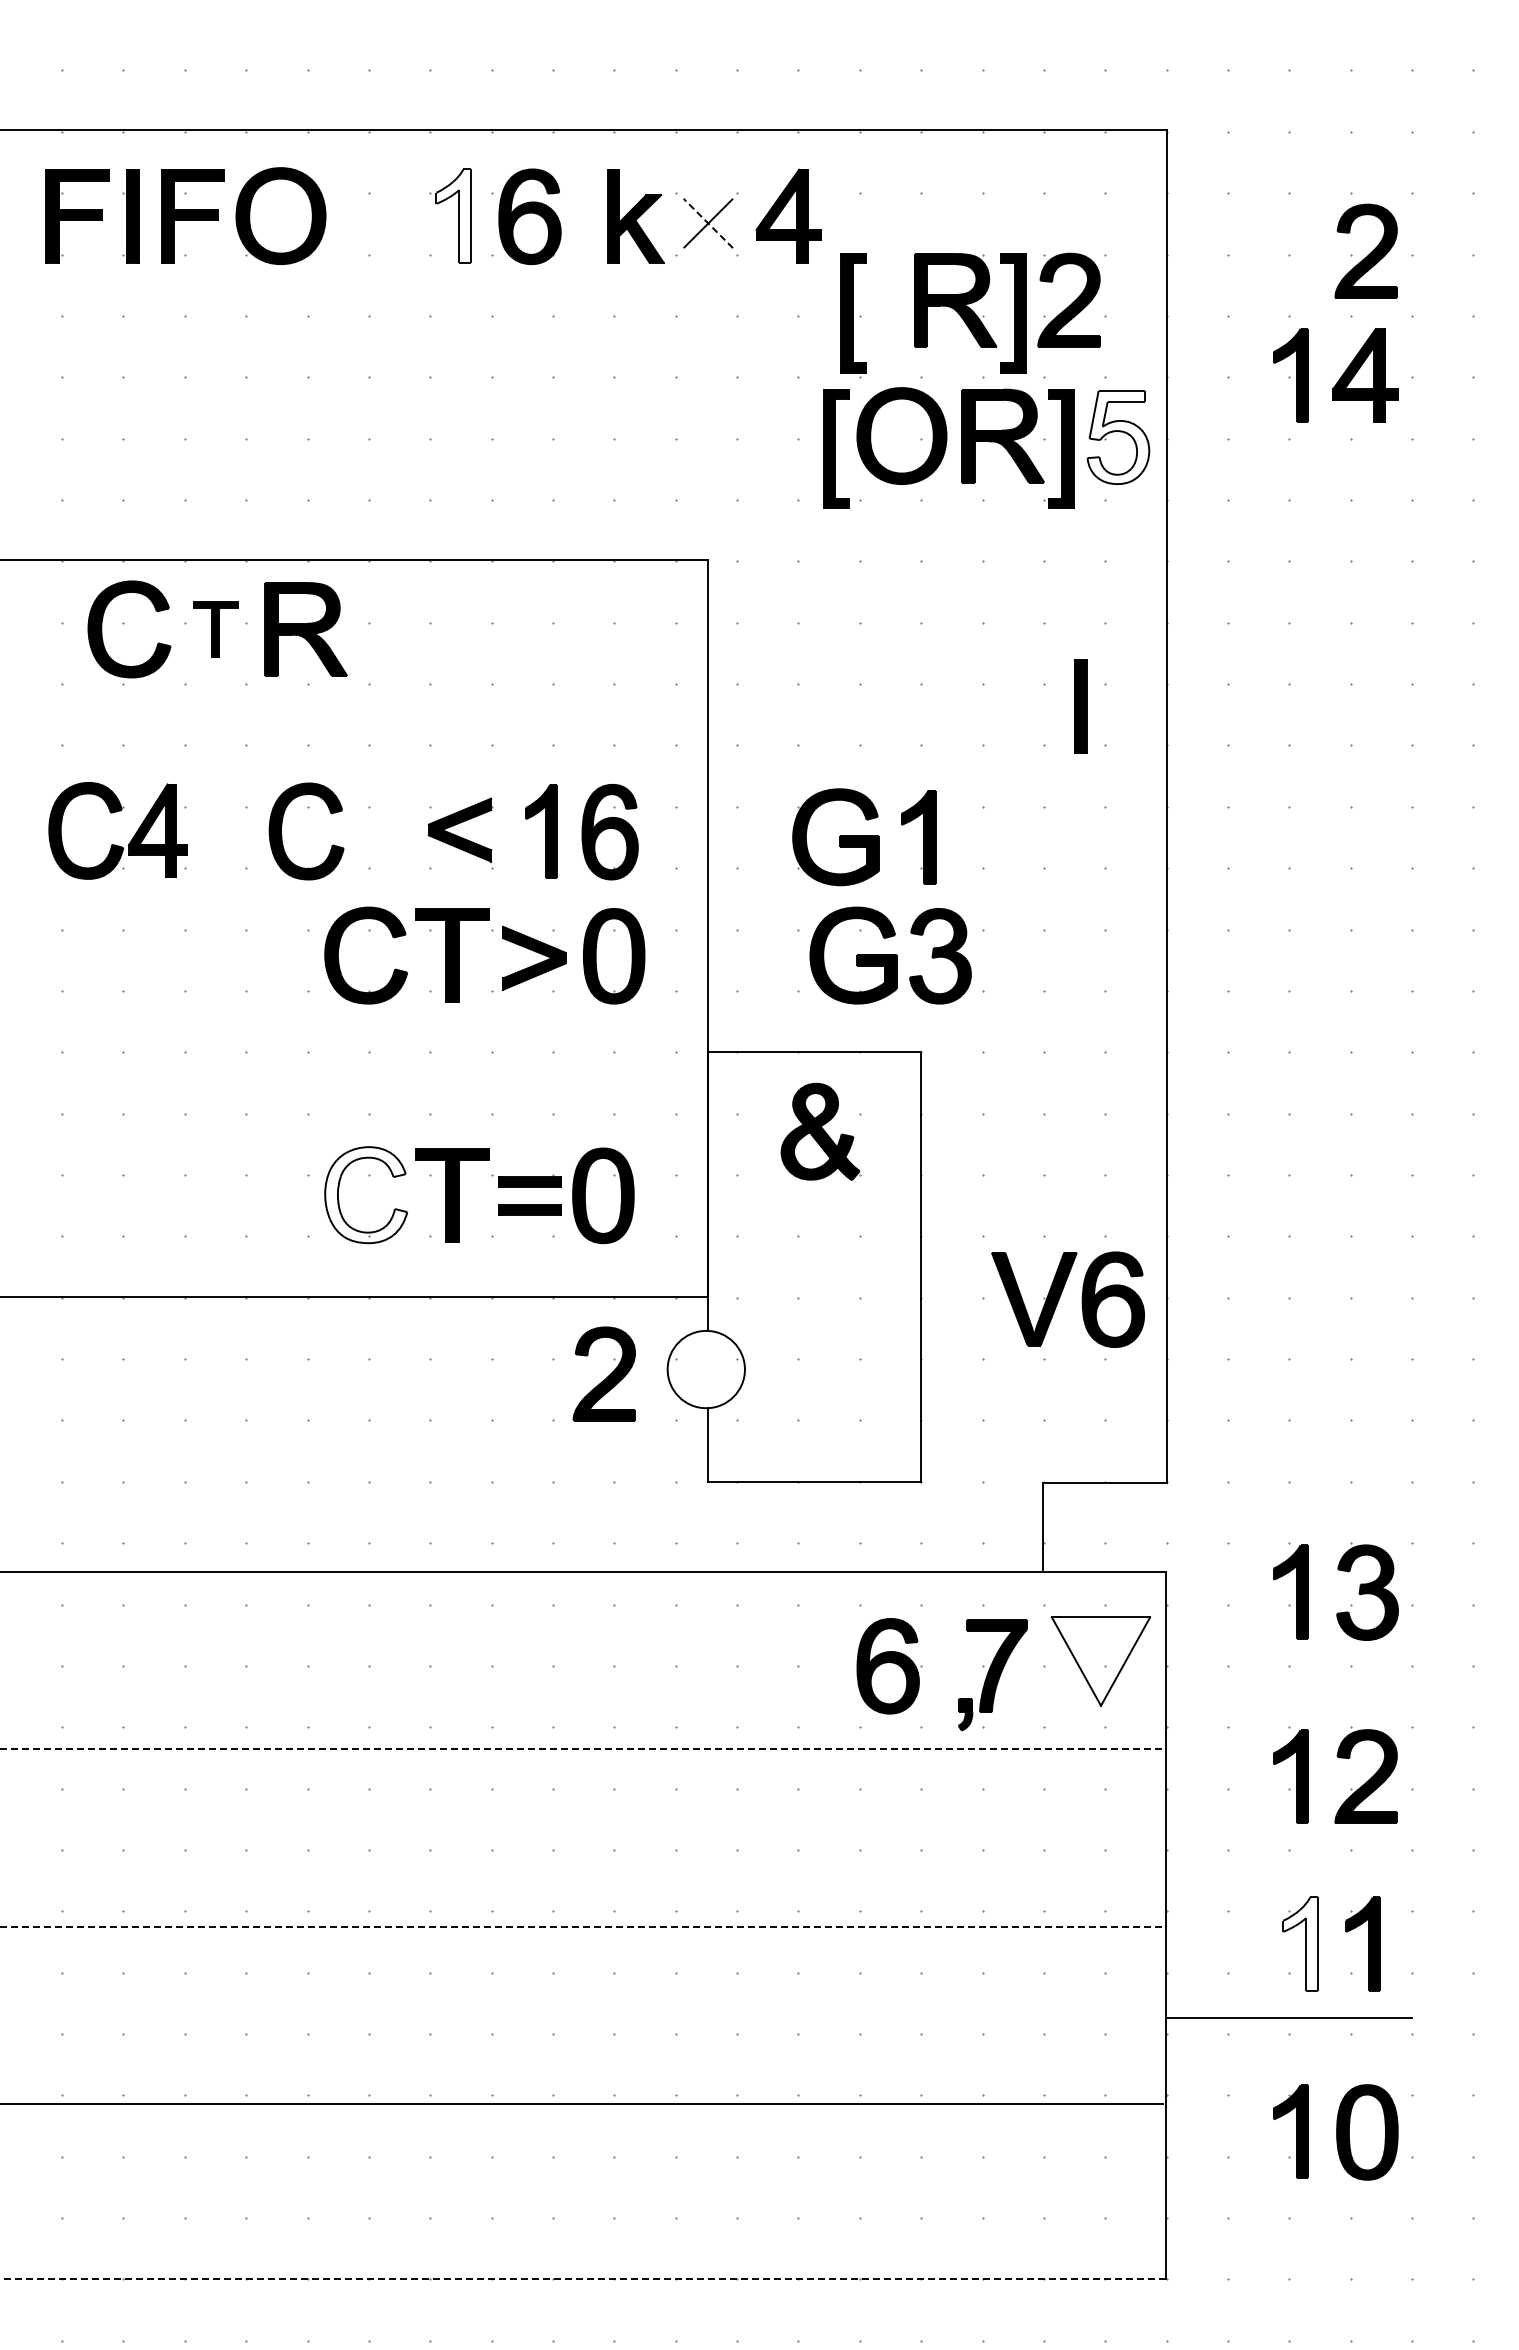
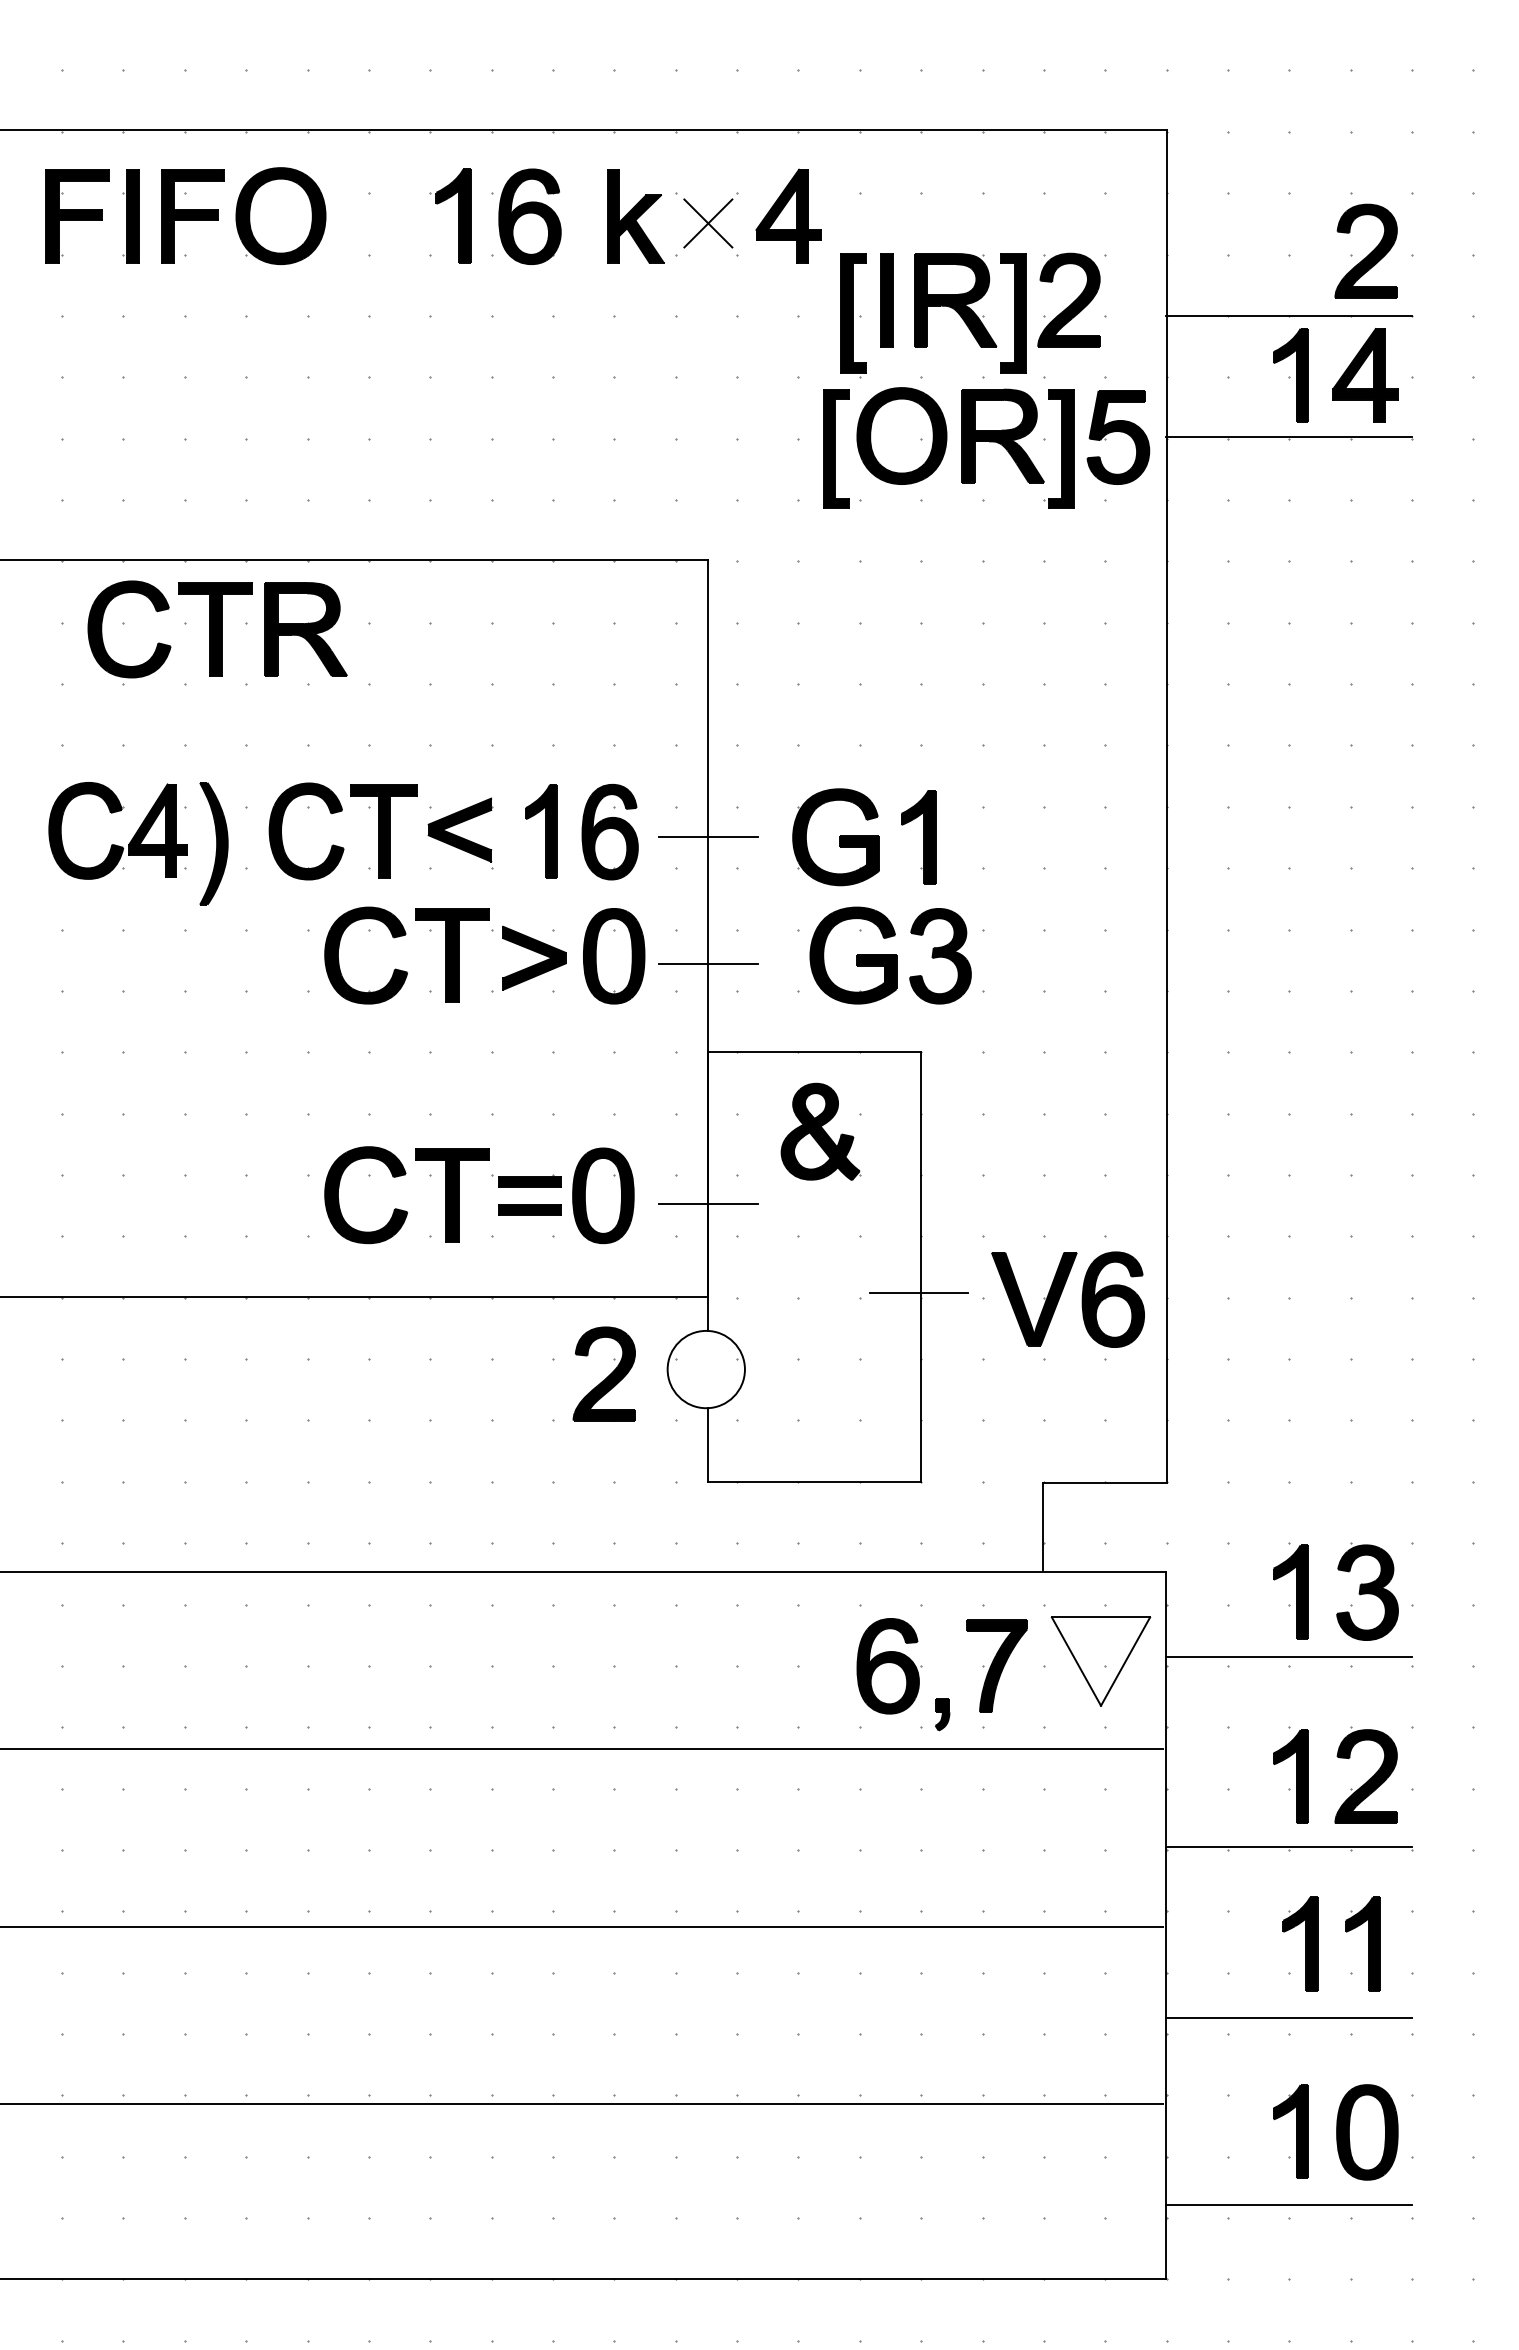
fill at (453, 215): none -> present
line at (708, 223): dashed -> solid
line at (1288, 316): none -> present
fill at (1118, 437): none -> present
line at (1288, 437): none -> present
part at (215, 629) size: 46x57 px -> 75x95 px
part at (1080, 706) position: (1080, 706) -> (886, 300)
part at (383, 831): none -> present
line at (708, 837): none -> present
part at (213, 843): none -> present
line at (708, 964): none -> present
fill at (366, 1195): none -> present
line at (708, 1203): none -> present
line at (919, 1293): none -> present
line at (1288, 1656): none -> present
part at (965, 1714) position: (965, 1714) -> (942, 1714)
line at (582, 1749): dashed -> solid
line at (1288, 1847): none -> present
line at (582, 1926): dashed -> solid
fill at (1300, 1943): none -> present
line at (1288, 2205): none -> present
line at (583, 2279): dashed -> solid
